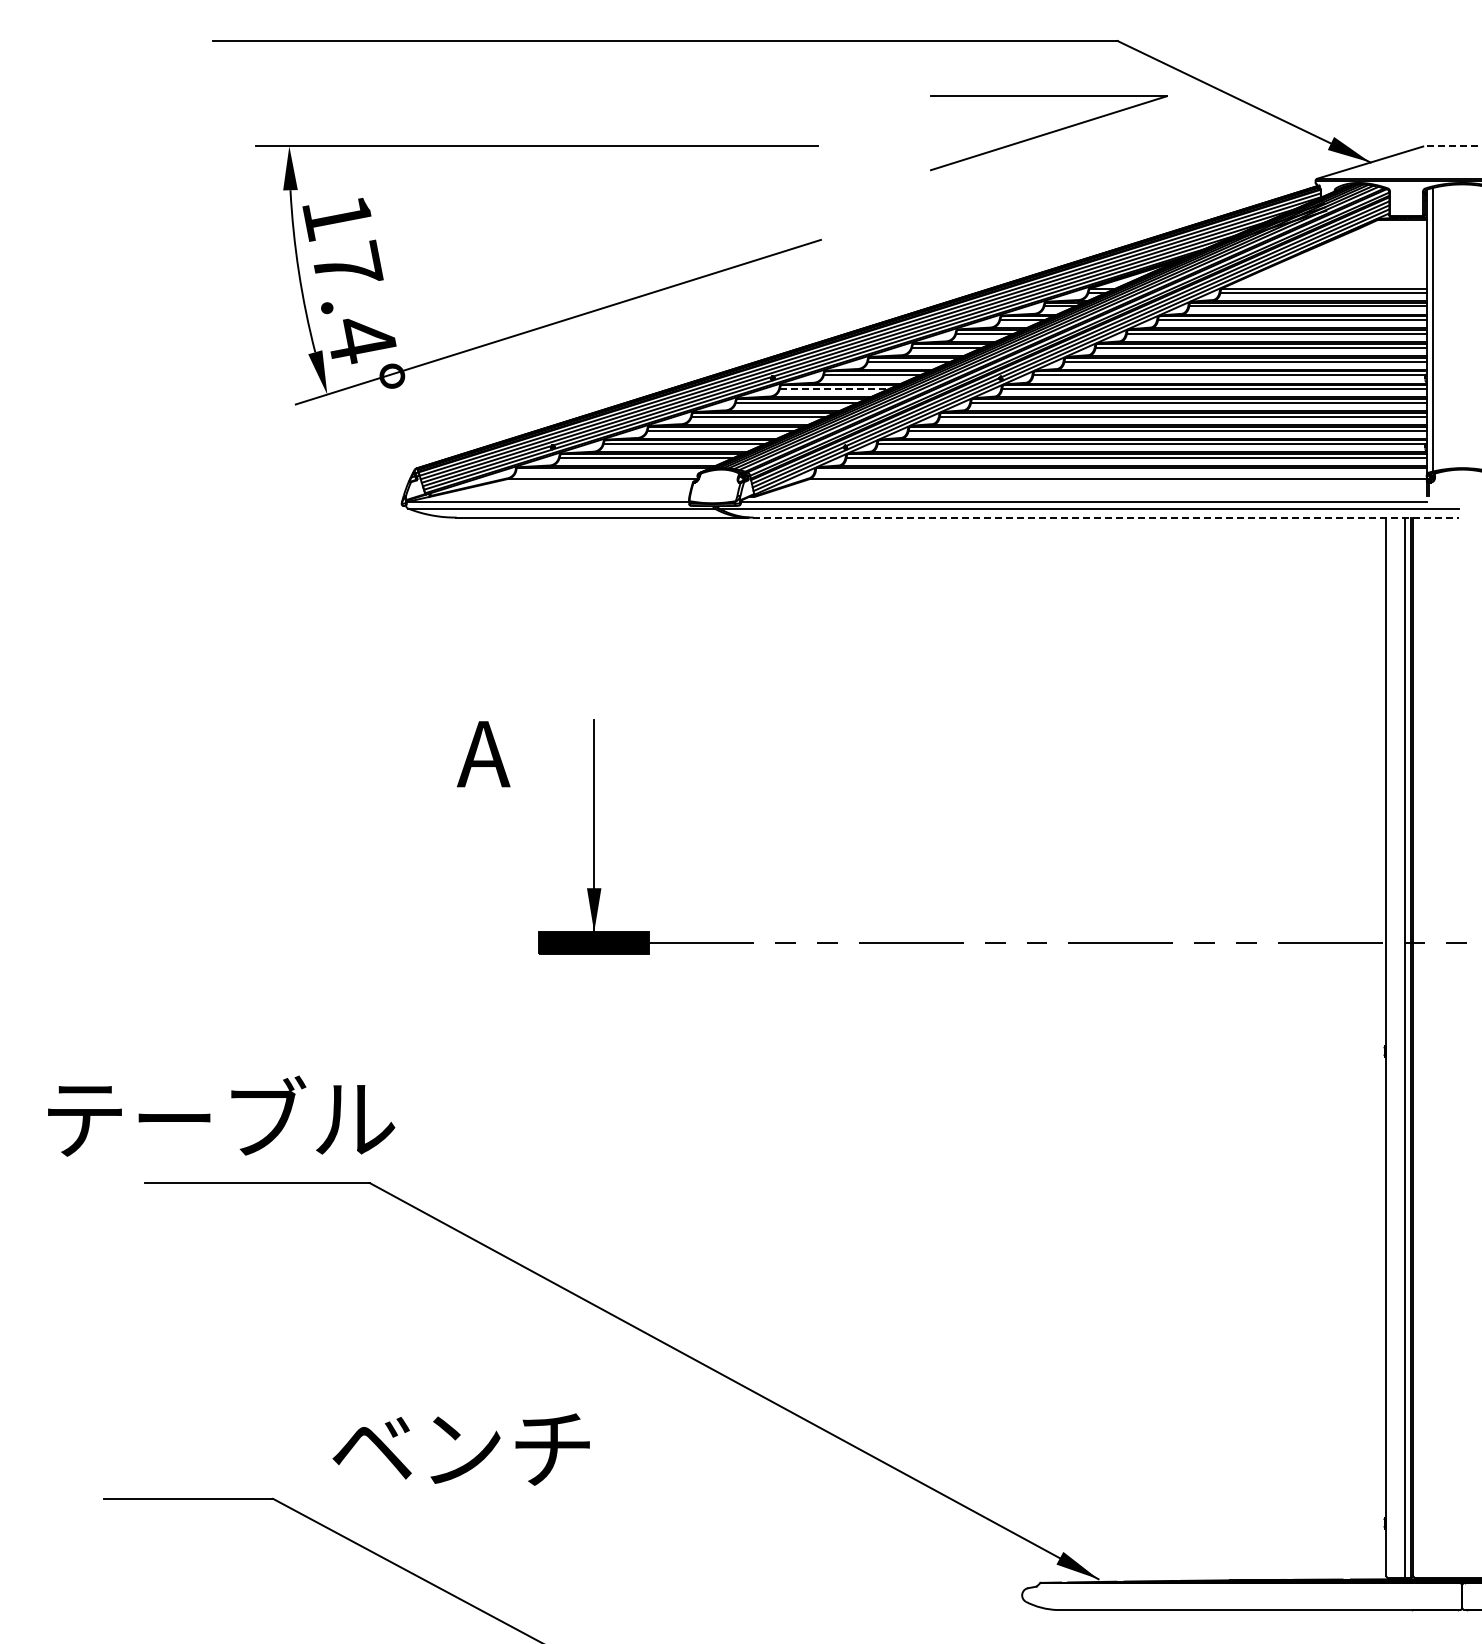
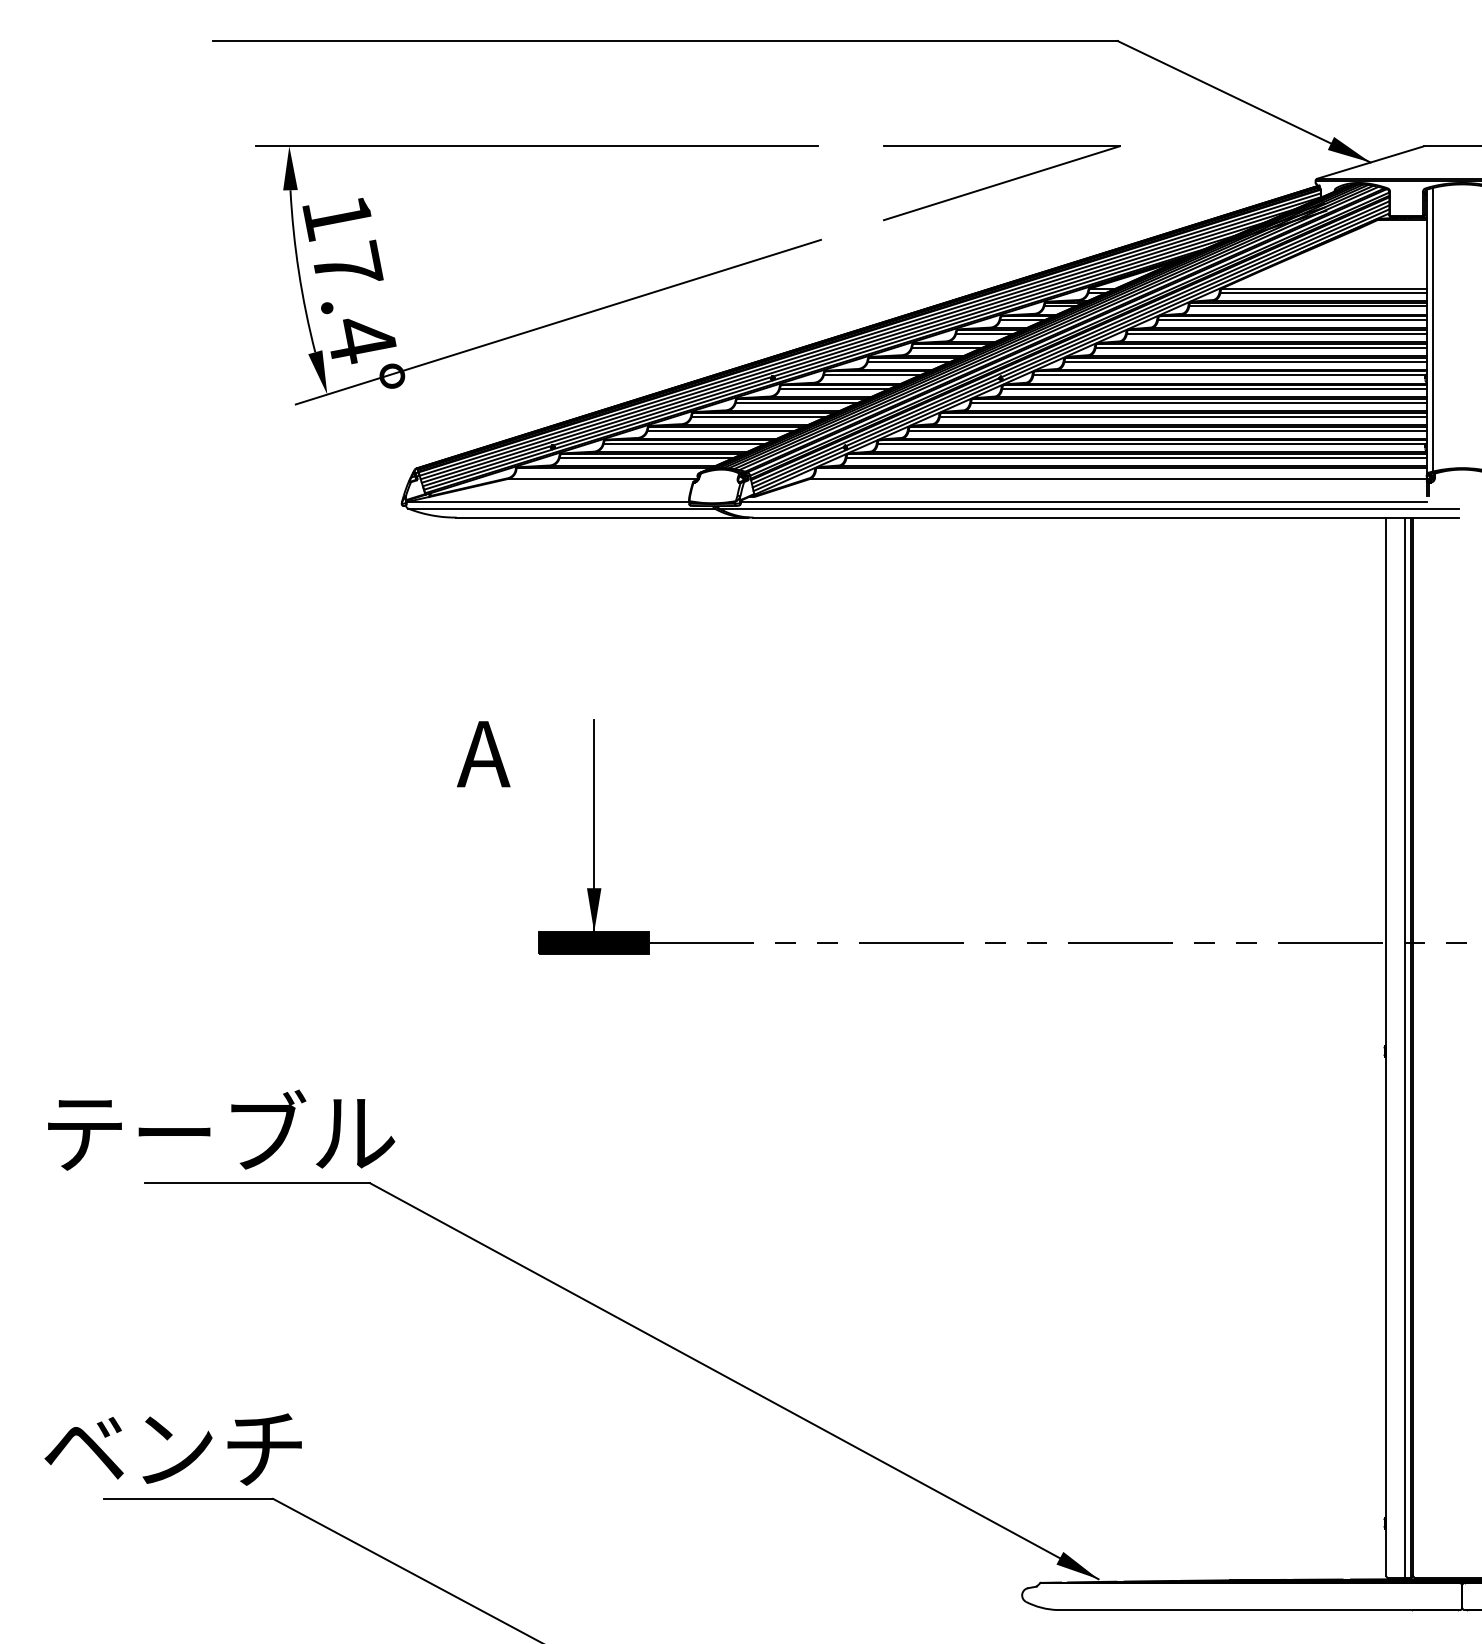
part at (1048, 133) position: (1048, 133) -> (1001, 183)
line at (1452, 146): dashed -> solid
line at (834, 389): dashed -> solid
line at (1106, 517): dashed -> solid
text at (221, 1115) position: (221, 1115) -> (221, 1129)
text at (460, 1449) position: (460, 1449) -> (172, 1449)
